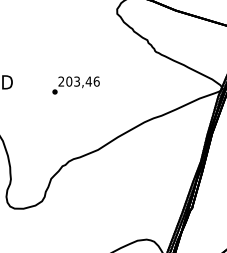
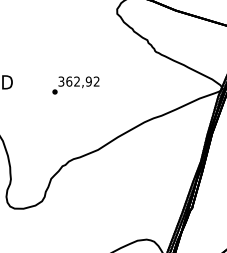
text at (78, 81): 203,46 -> 362,92
